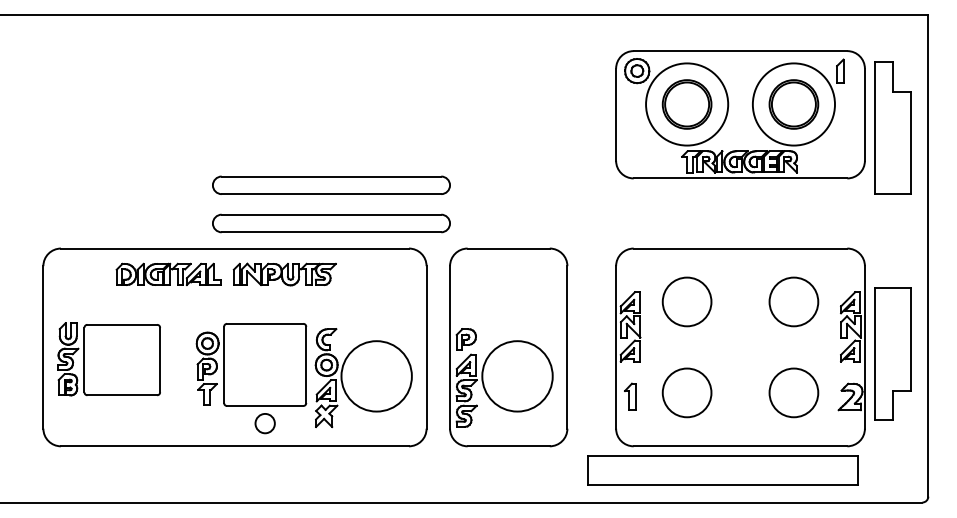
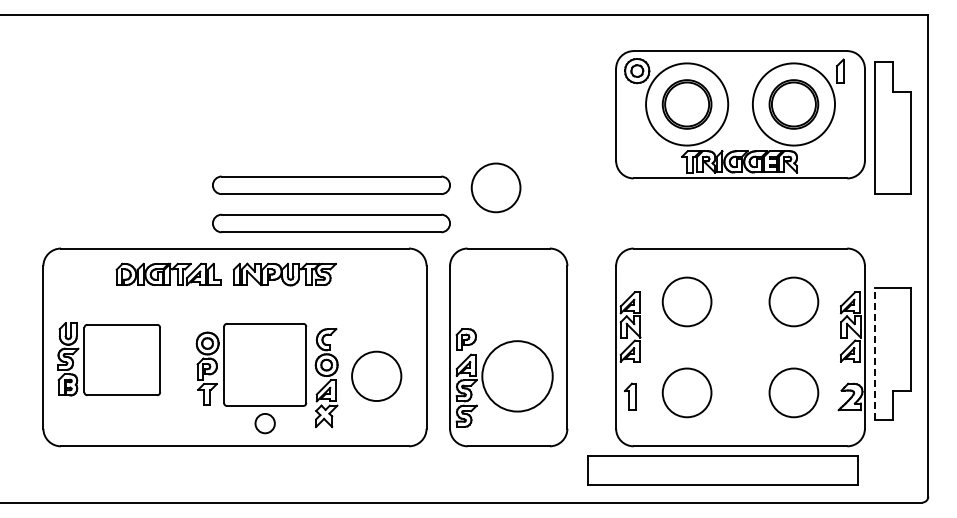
circle at (495, 187): none -> present
line at (875, 353): solid -> dashed
circle at (376, 376) diameter: 70 px -> 49 px
